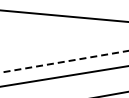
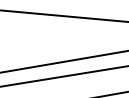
line at (64, 61): dashed -> solid
